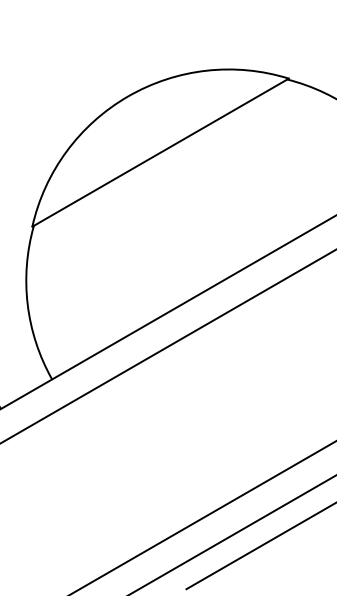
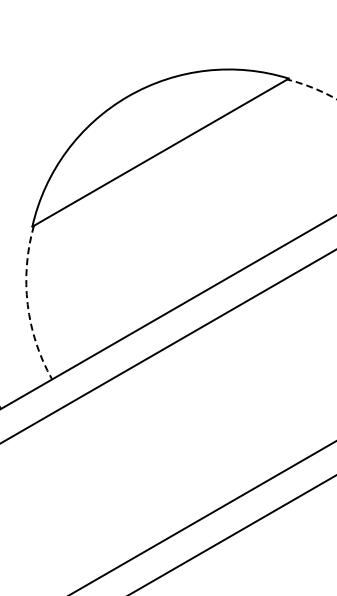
arc at (312, 87): solid -> dashed
arc at (27, 304): solid -> dashed
line at (259, 546): present -> none
